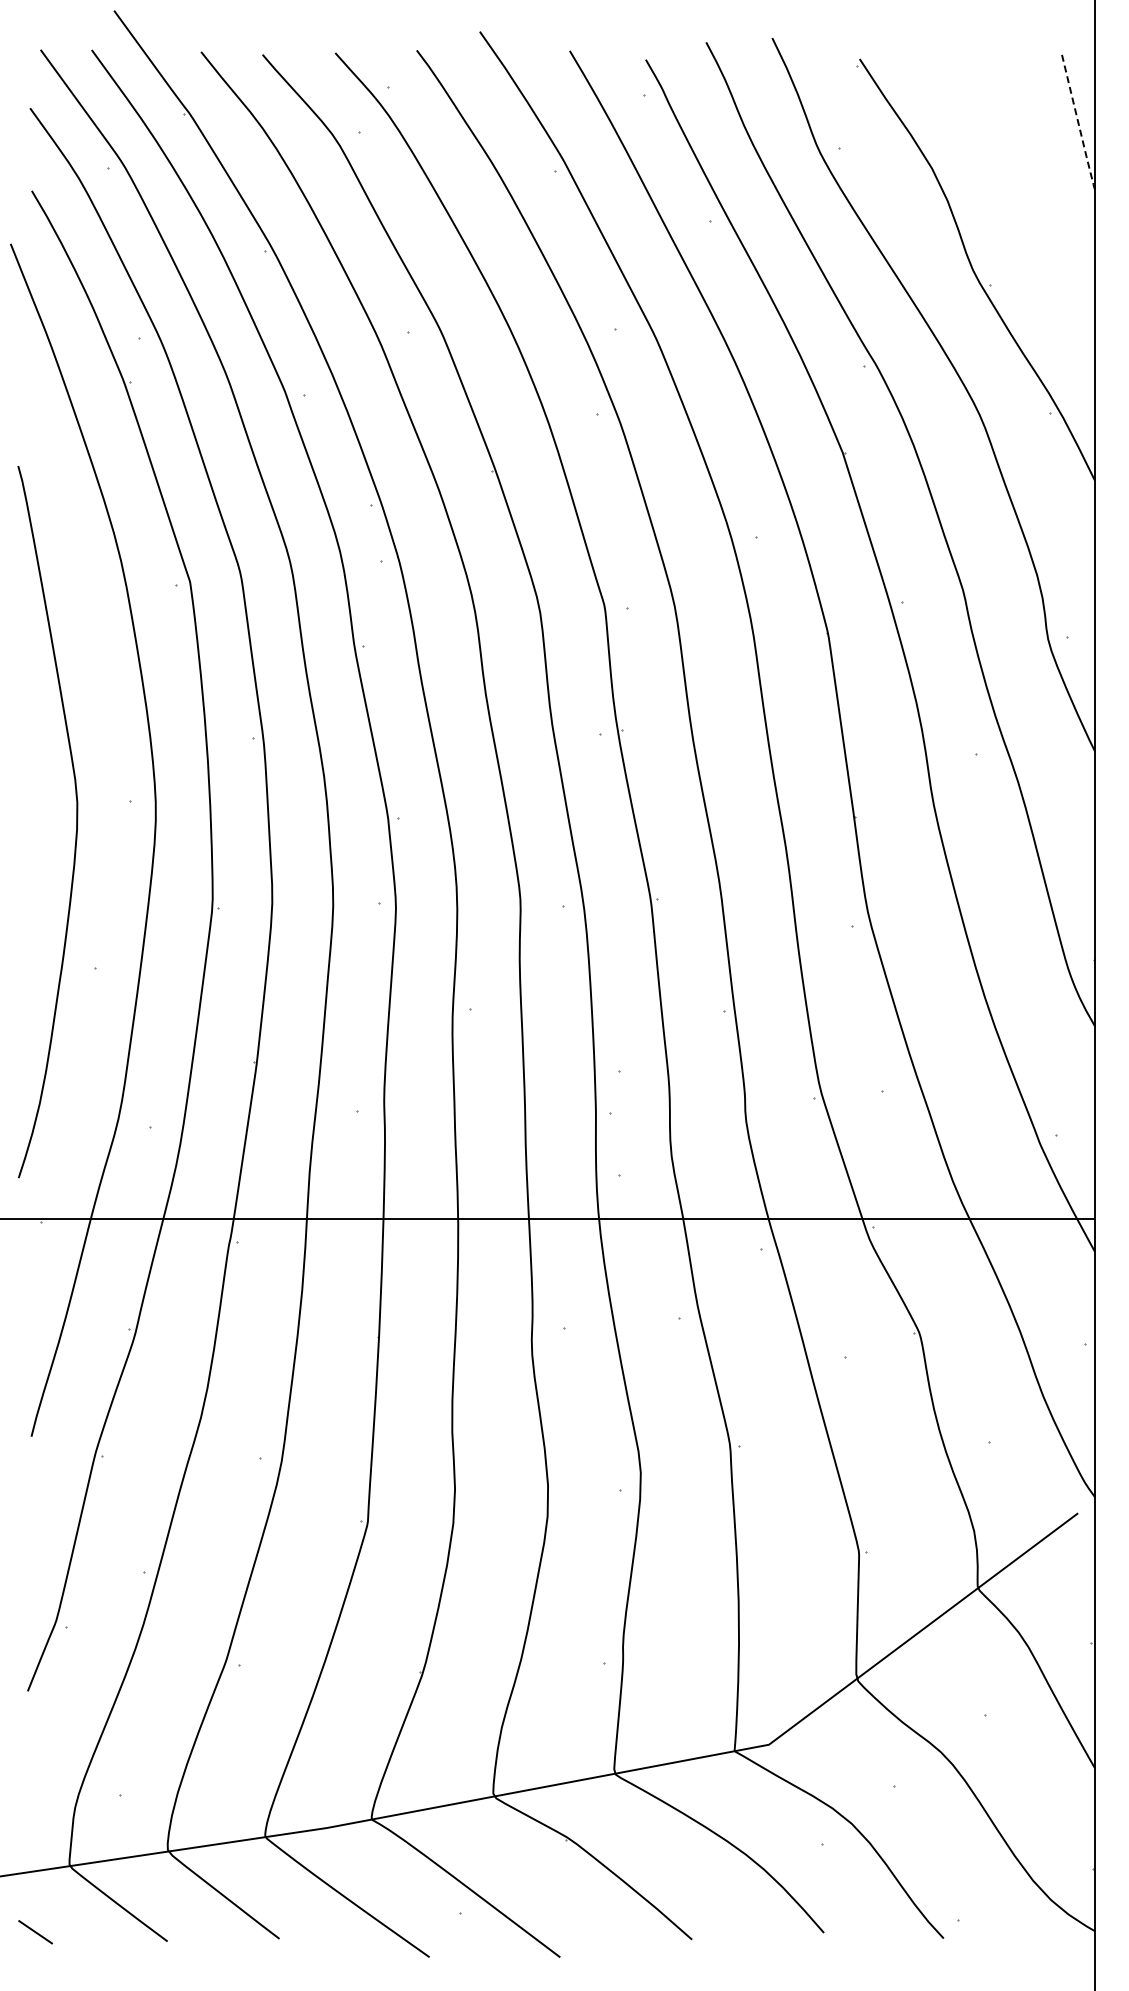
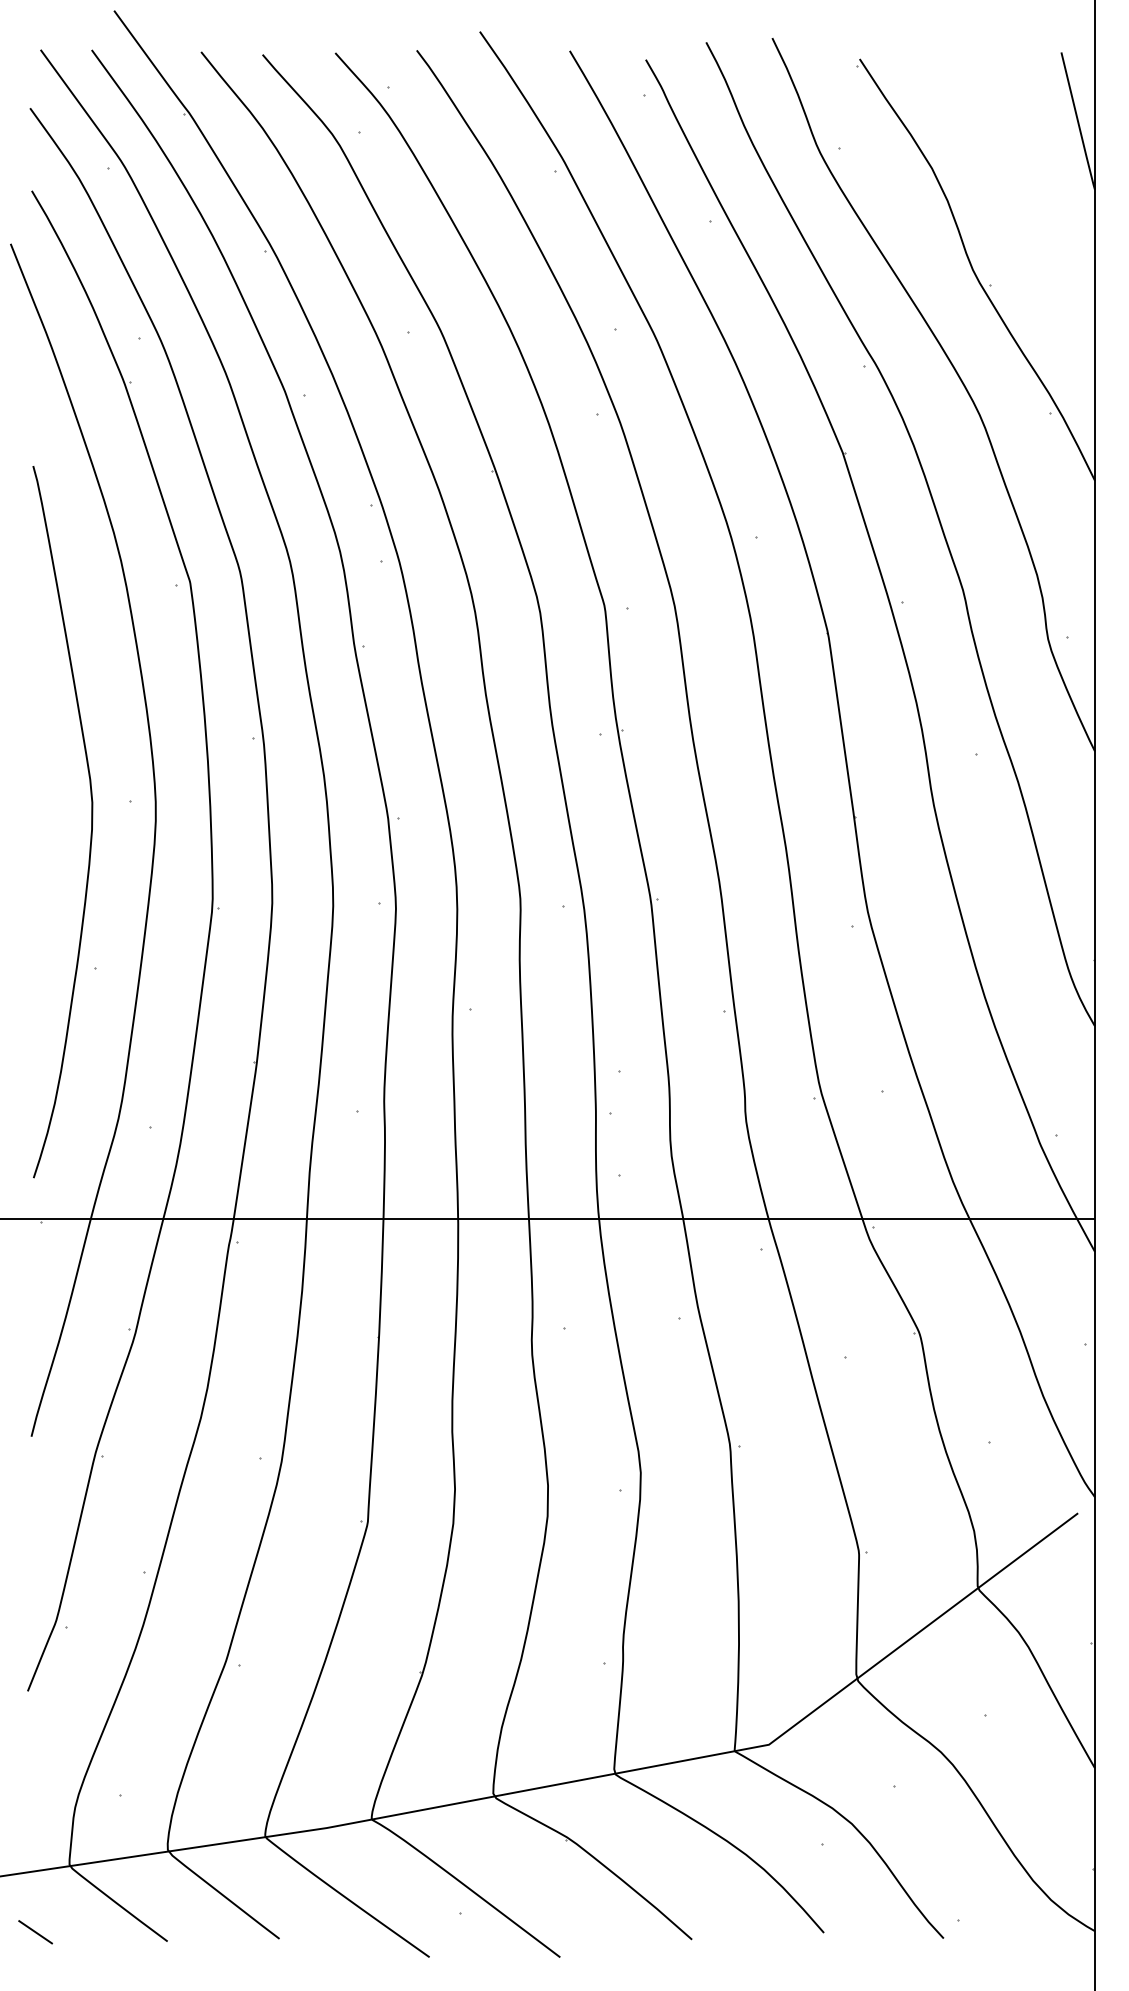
line at (1078, 122): dashed -> solid
curve at (76, 822) position: (76, 822) -> (91, 822)
